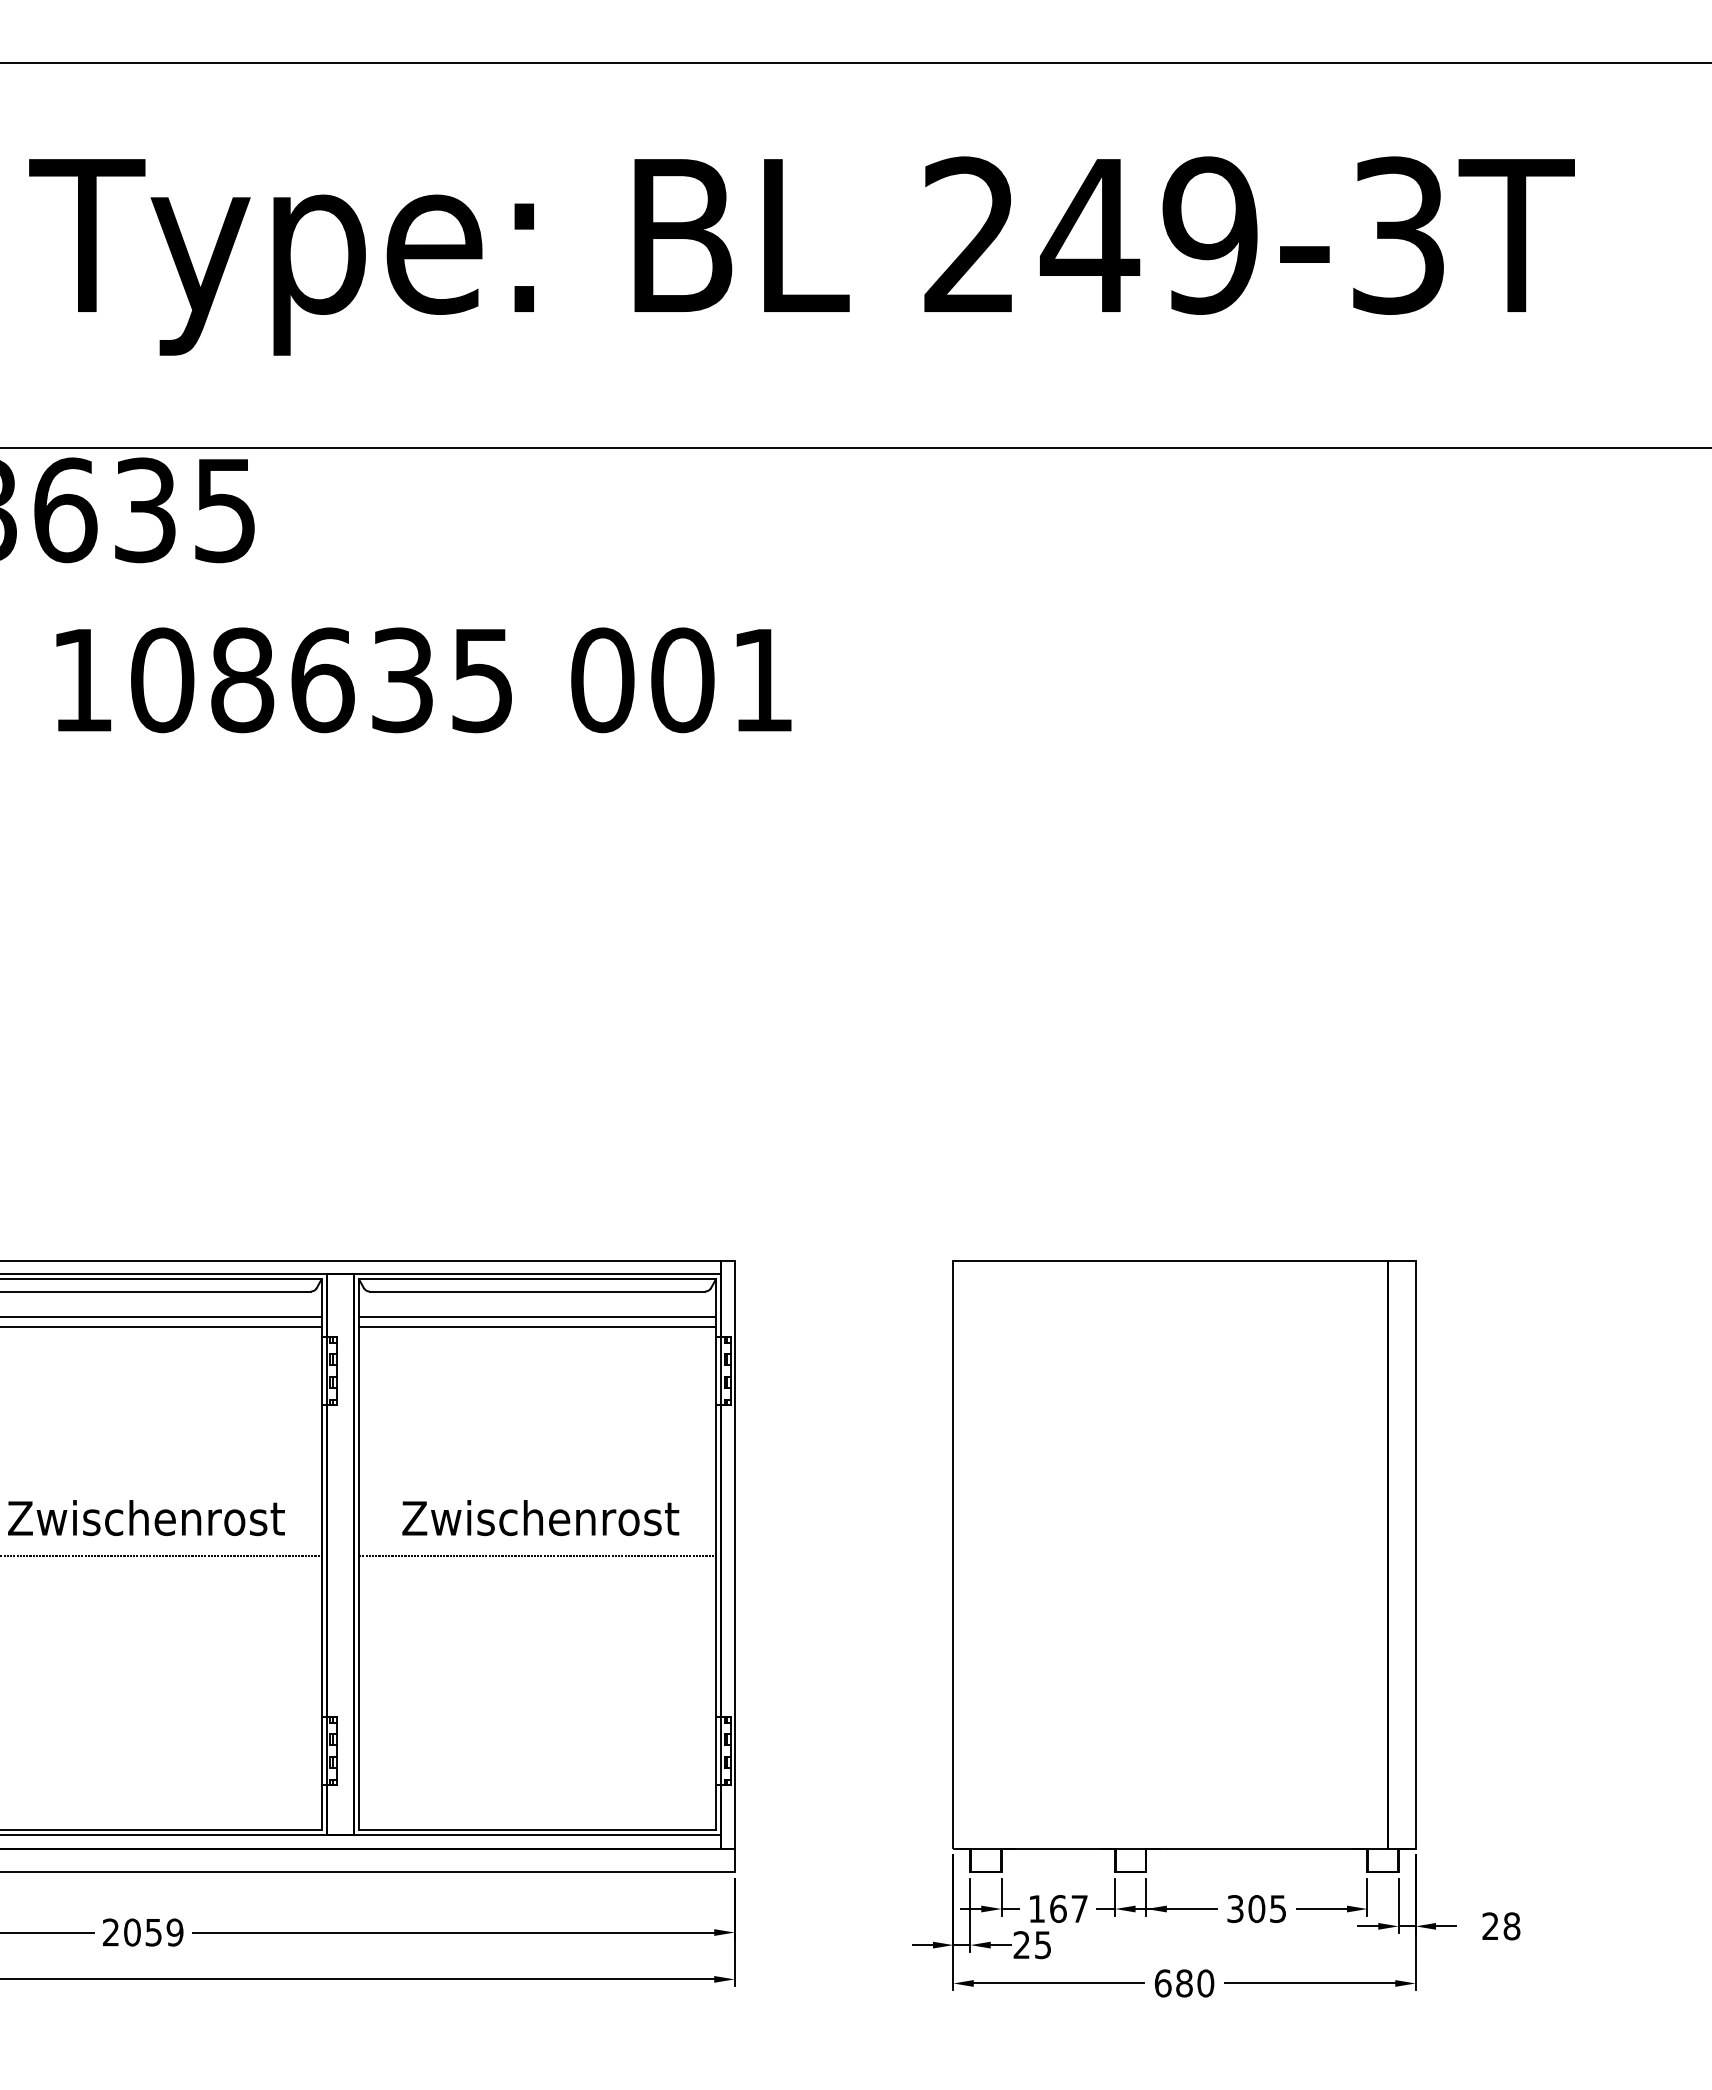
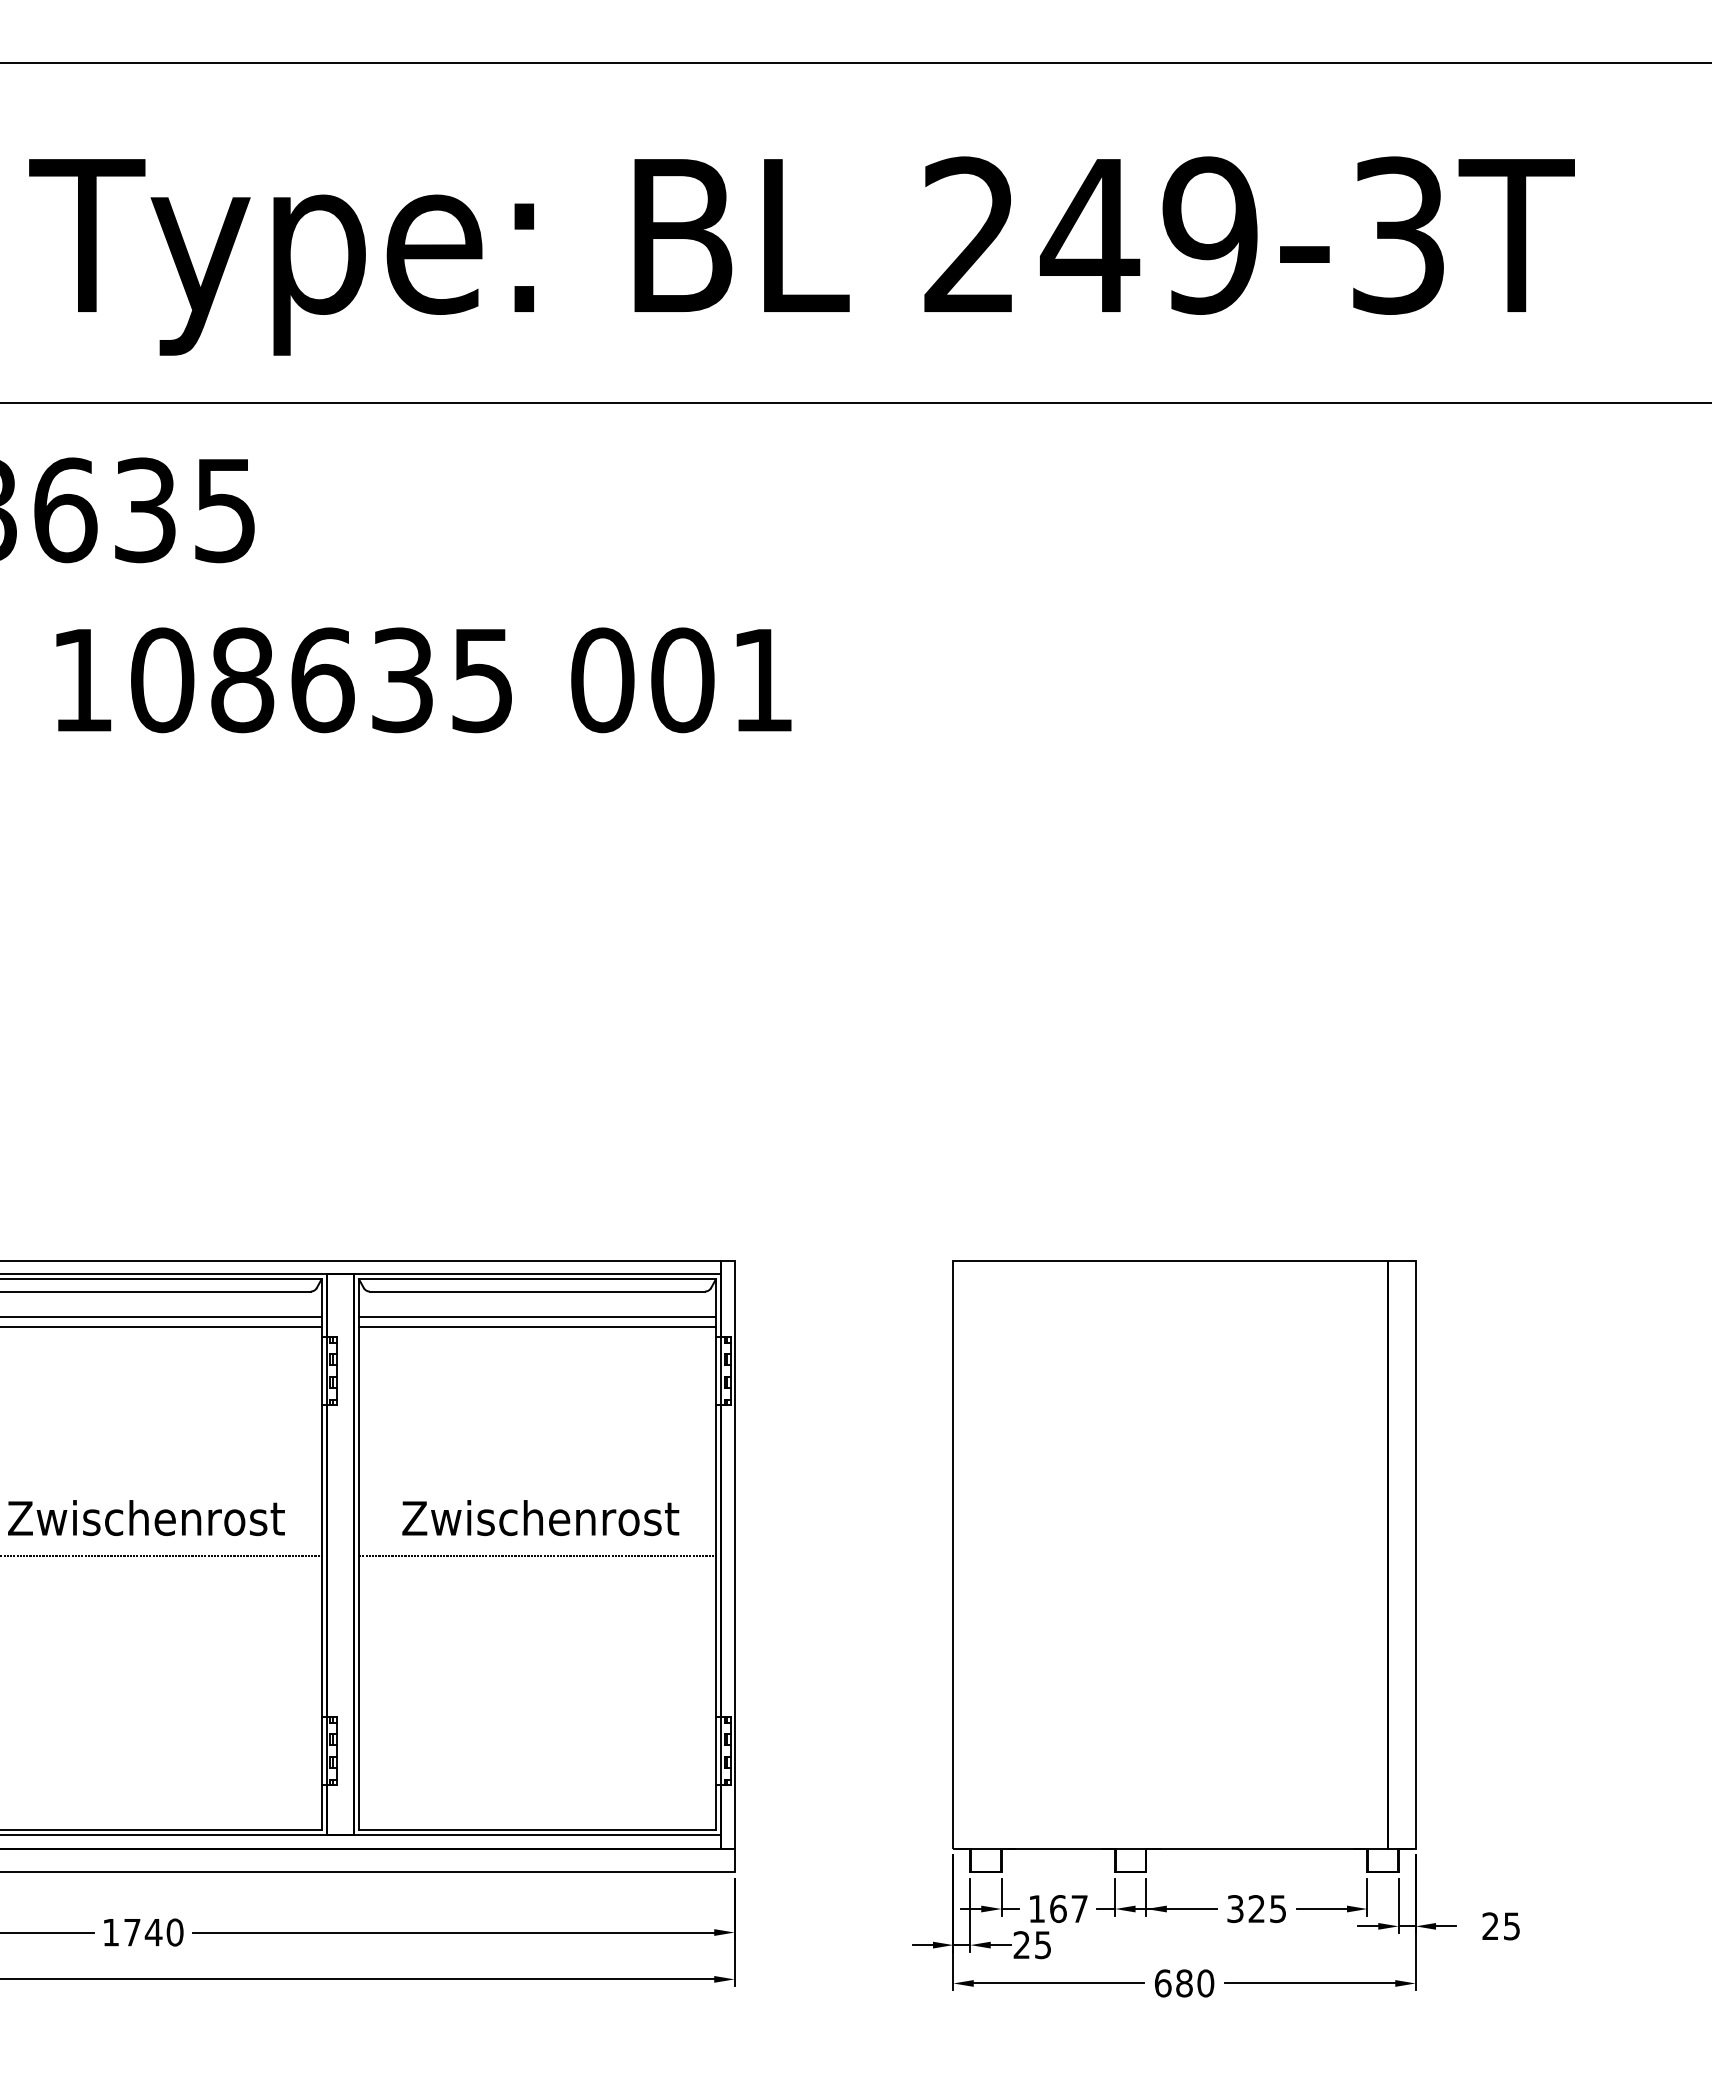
line at (855, 447) position: (855, 447) -> (855, 402)
text at (1256, 1909): 305 -> 325
text at (1511, 1926): 28 -> 25
text at (143, 1932): 2059 -> 1740
